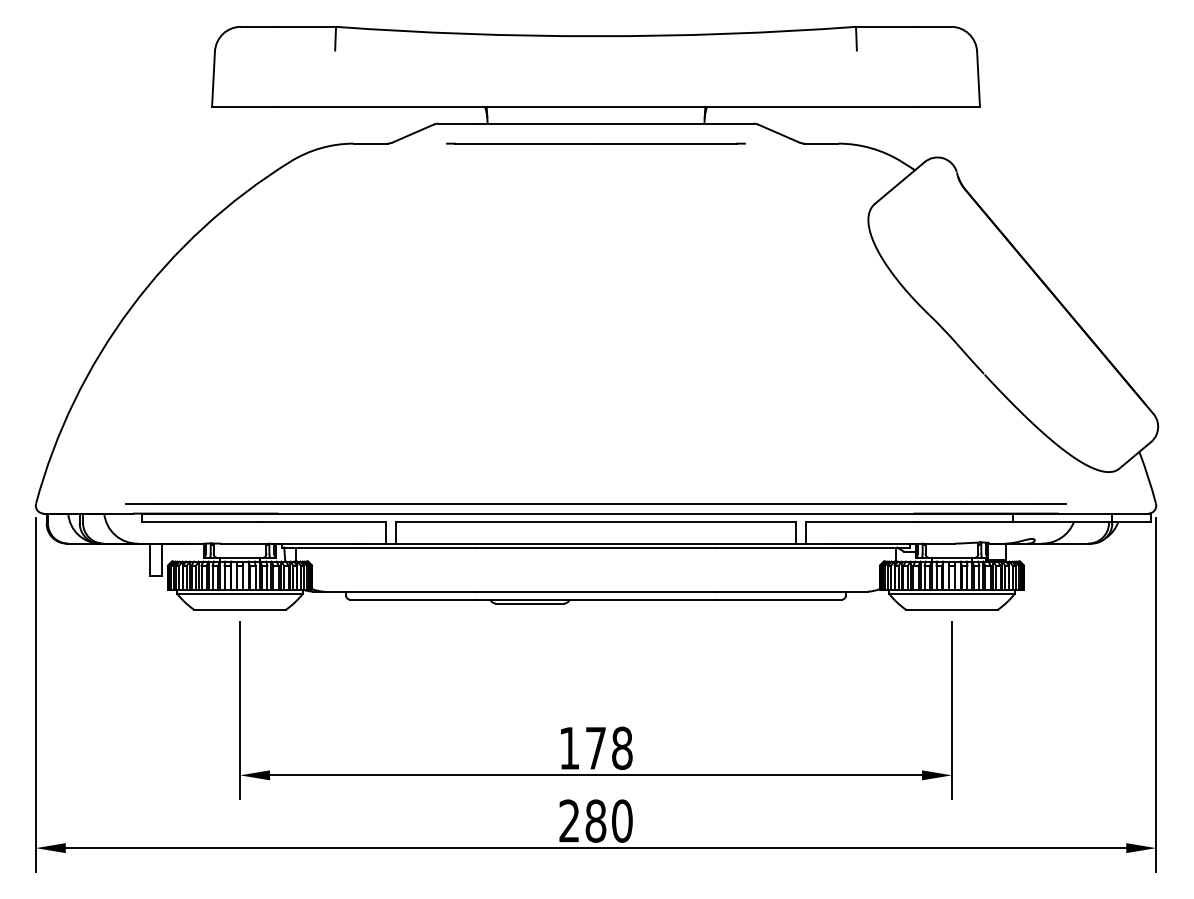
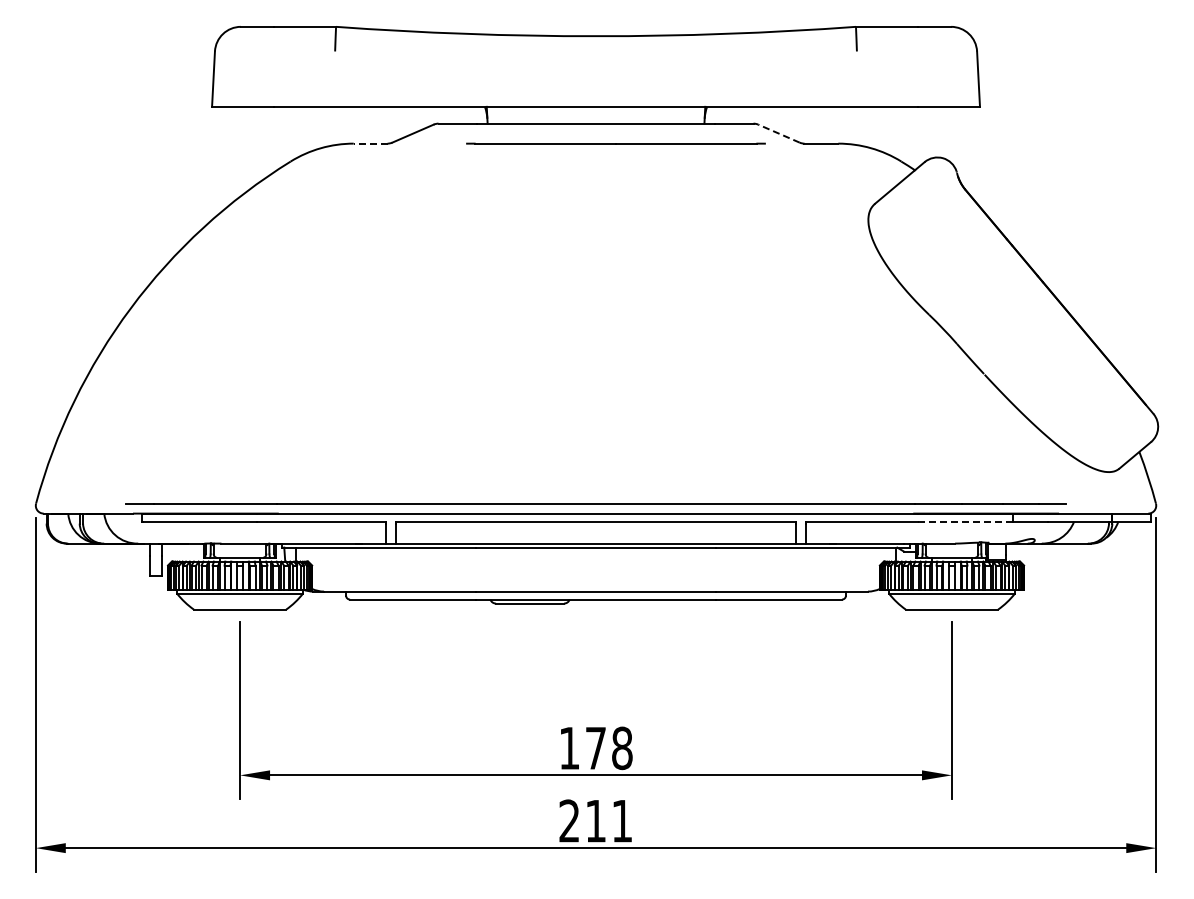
line at (779, 133): solid -> dashed
line at (370, 143): solid -> dashed
line at (595, 143) position: (595, 143) -> (615, 143)
line at (965, 521): solid -> dashed
text at (608, 820): 280 -> 211
